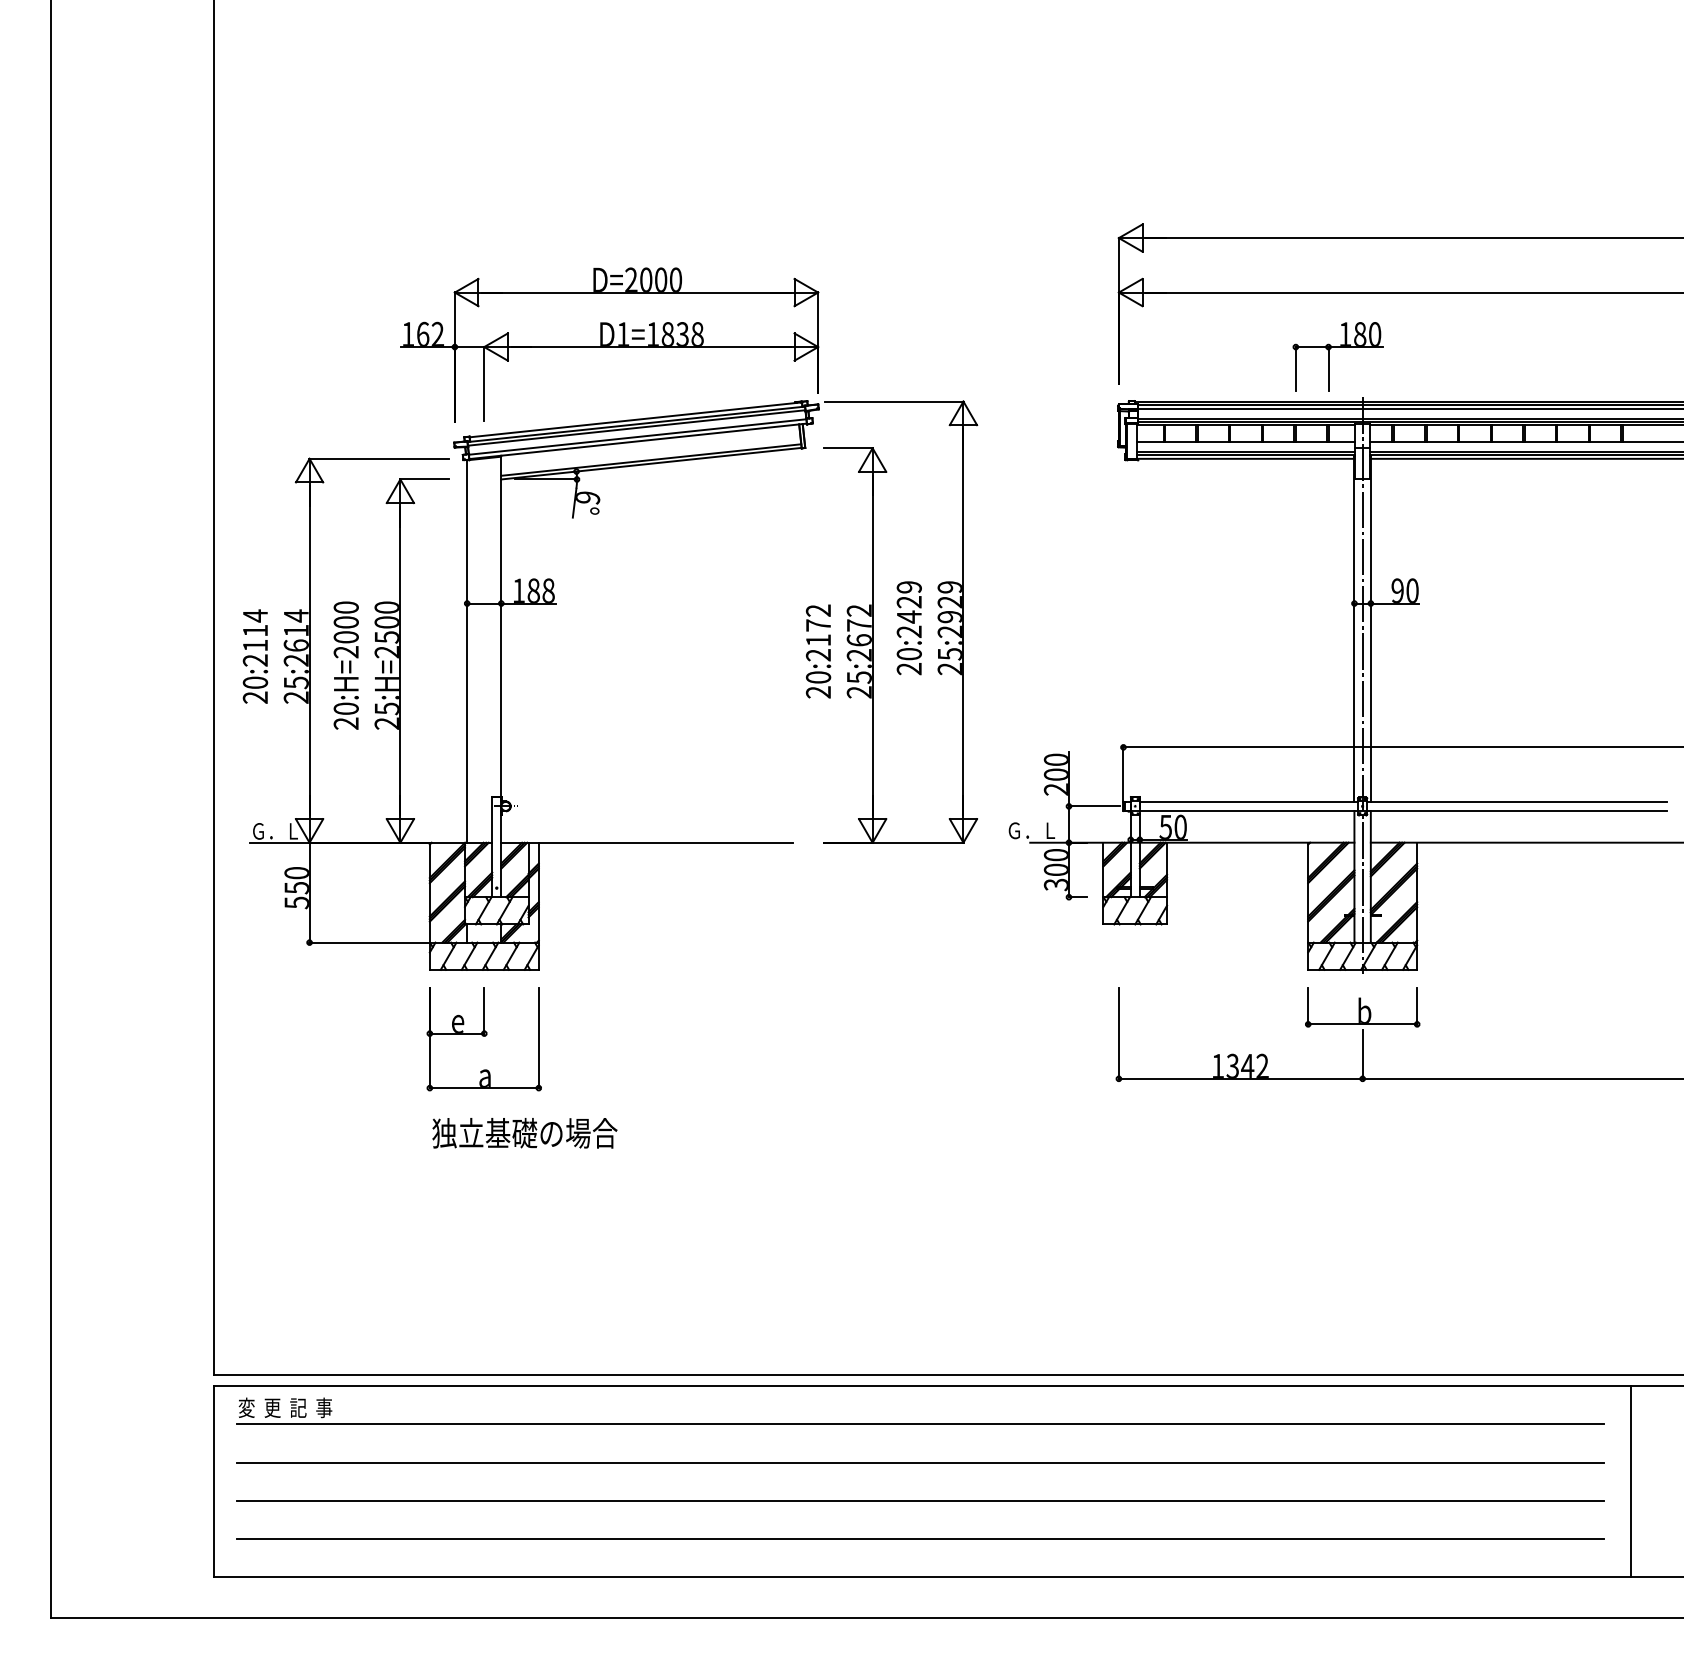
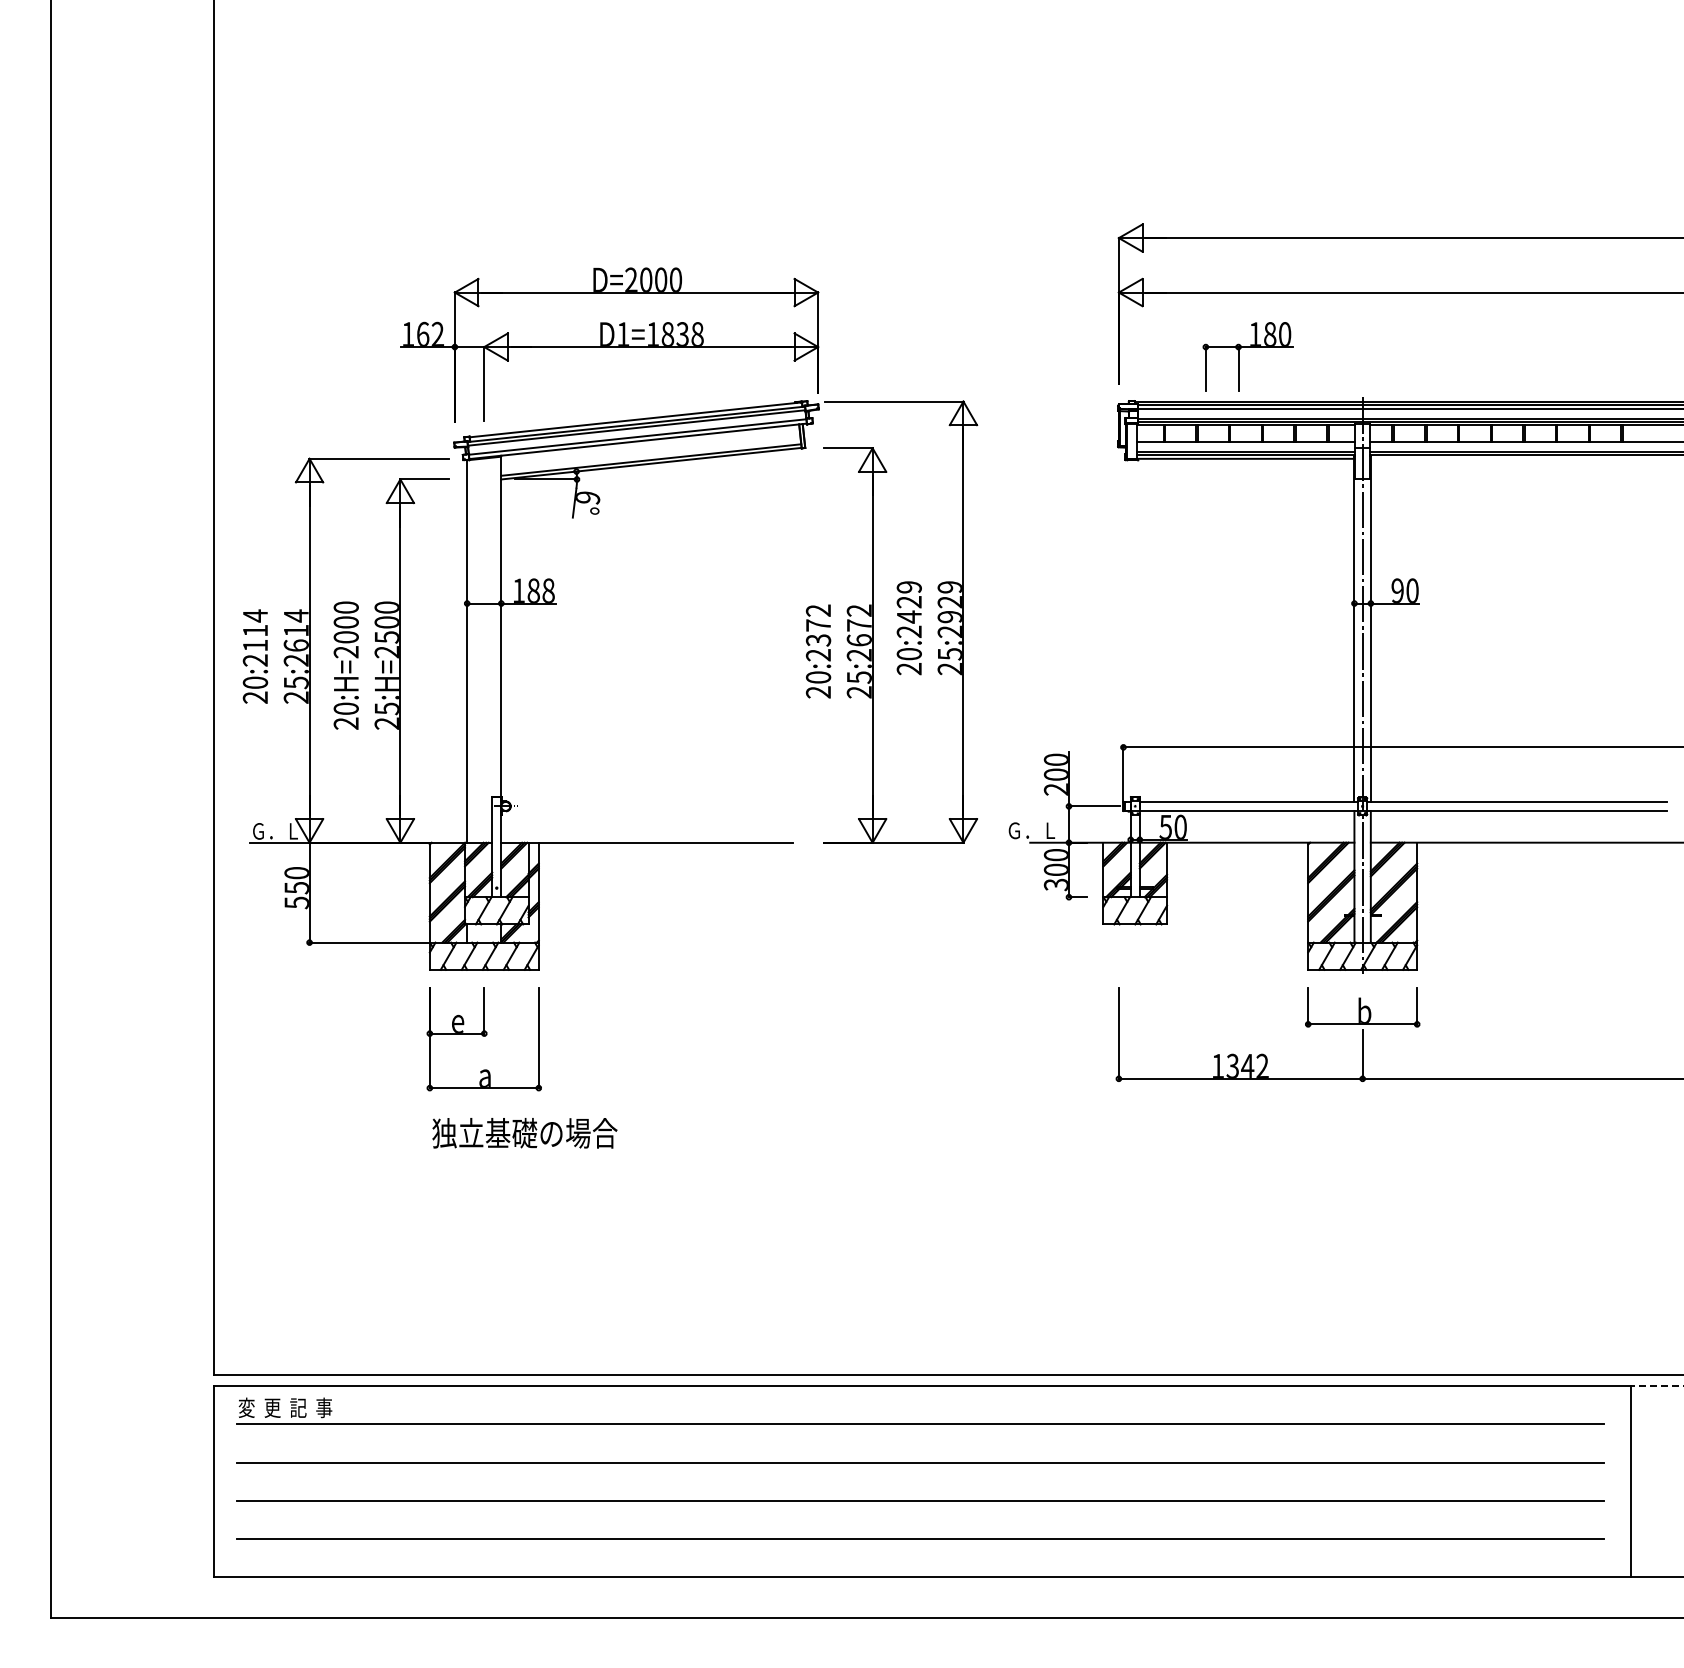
part at (1329, 356) position: (1329, 356) -> (1239, 356)
line at (1525, 458): present -> none
text at (818, 640): 20:2172 -> 20:2372
line at (1656, 1386): solid -> dashed
